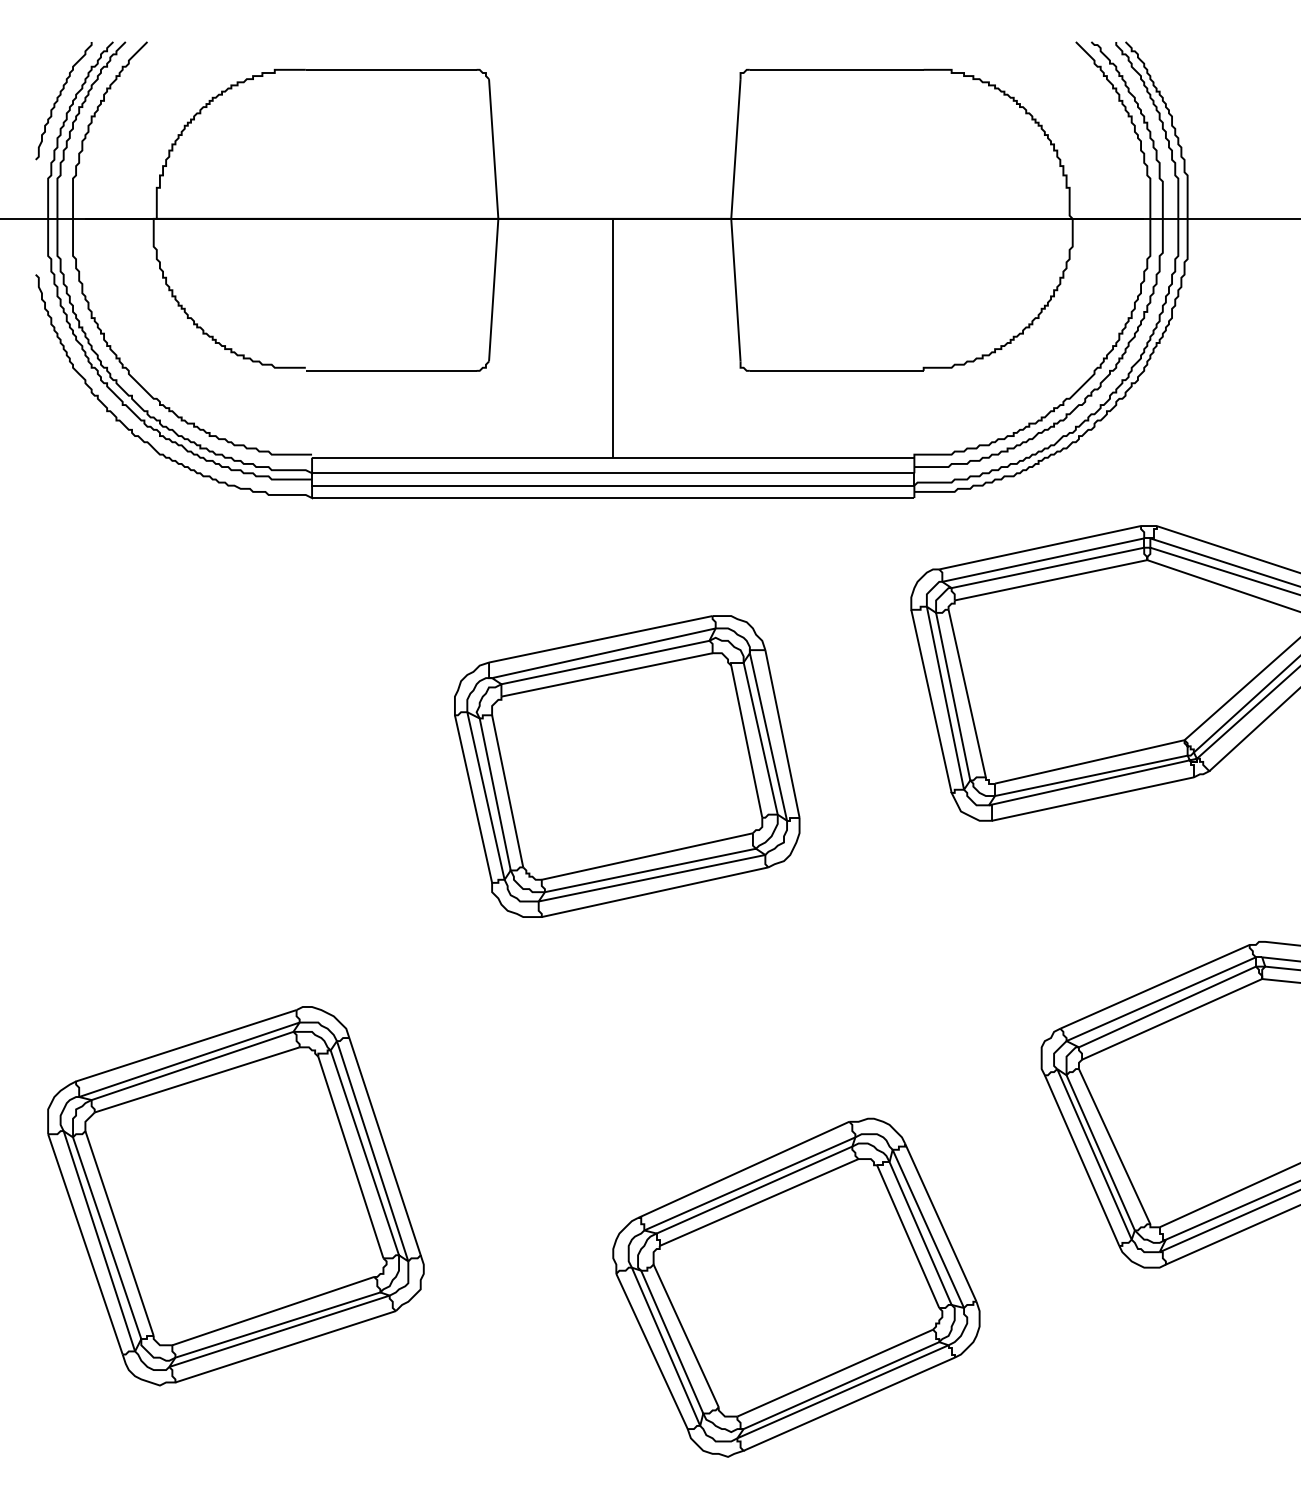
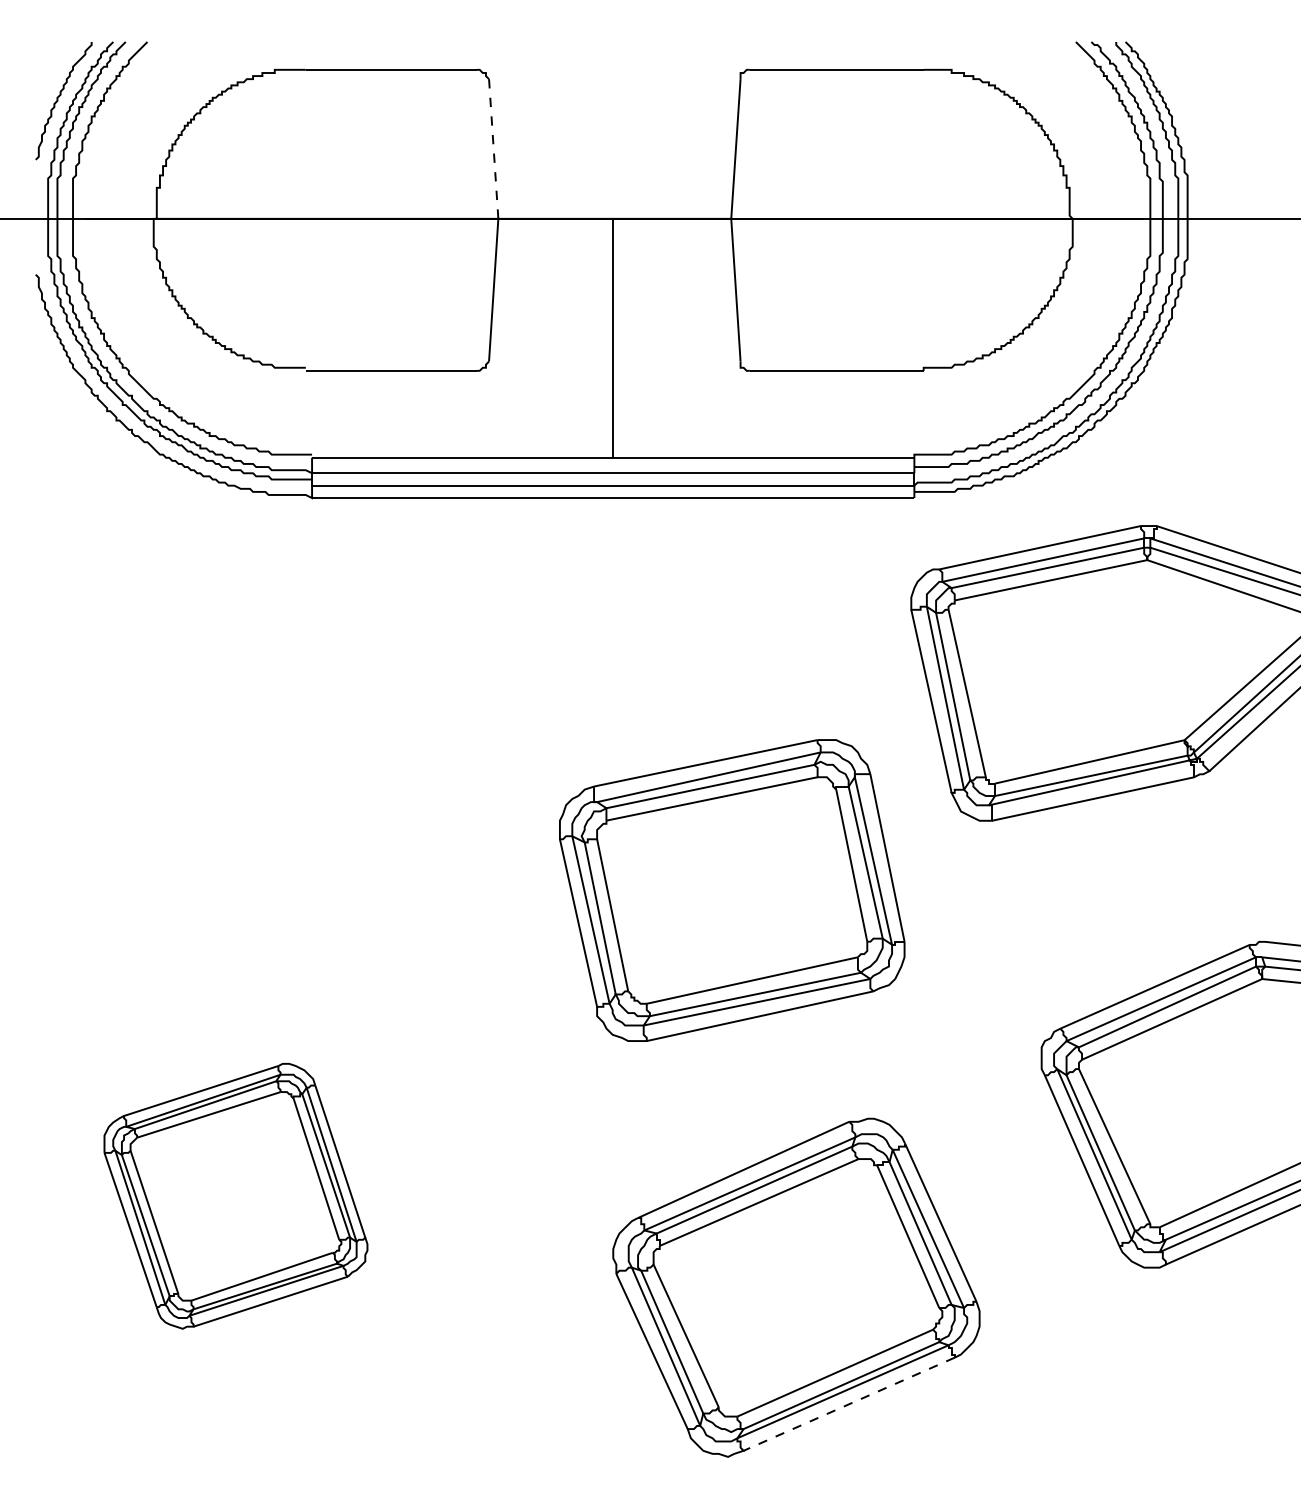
line at (493, 149): solid -> dashed
part at (627, 766) position: (627, 766) -> (732, 890)
part at (235, 1196) size: 378x381 px -> 266x267 px
line at (848, 1404): solid -> dashed
